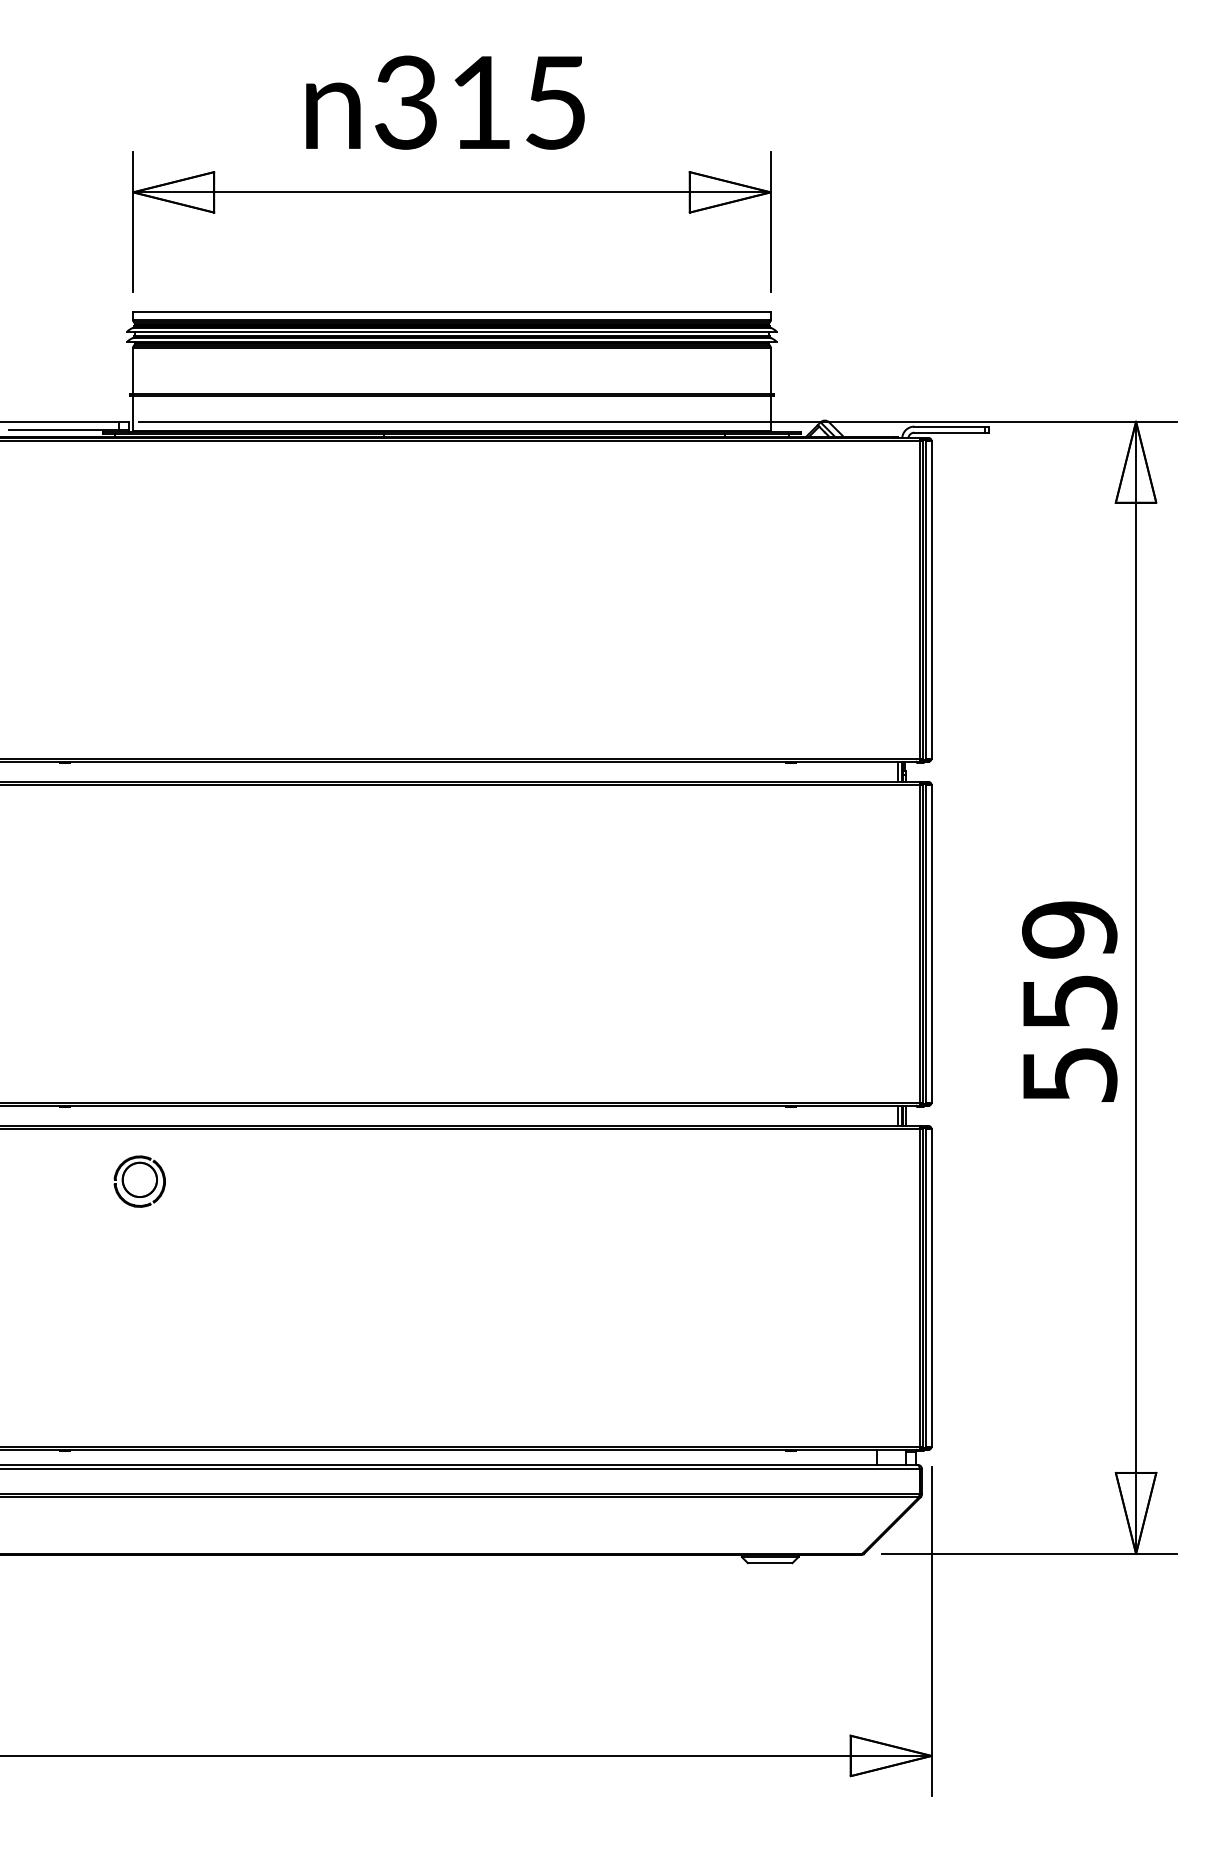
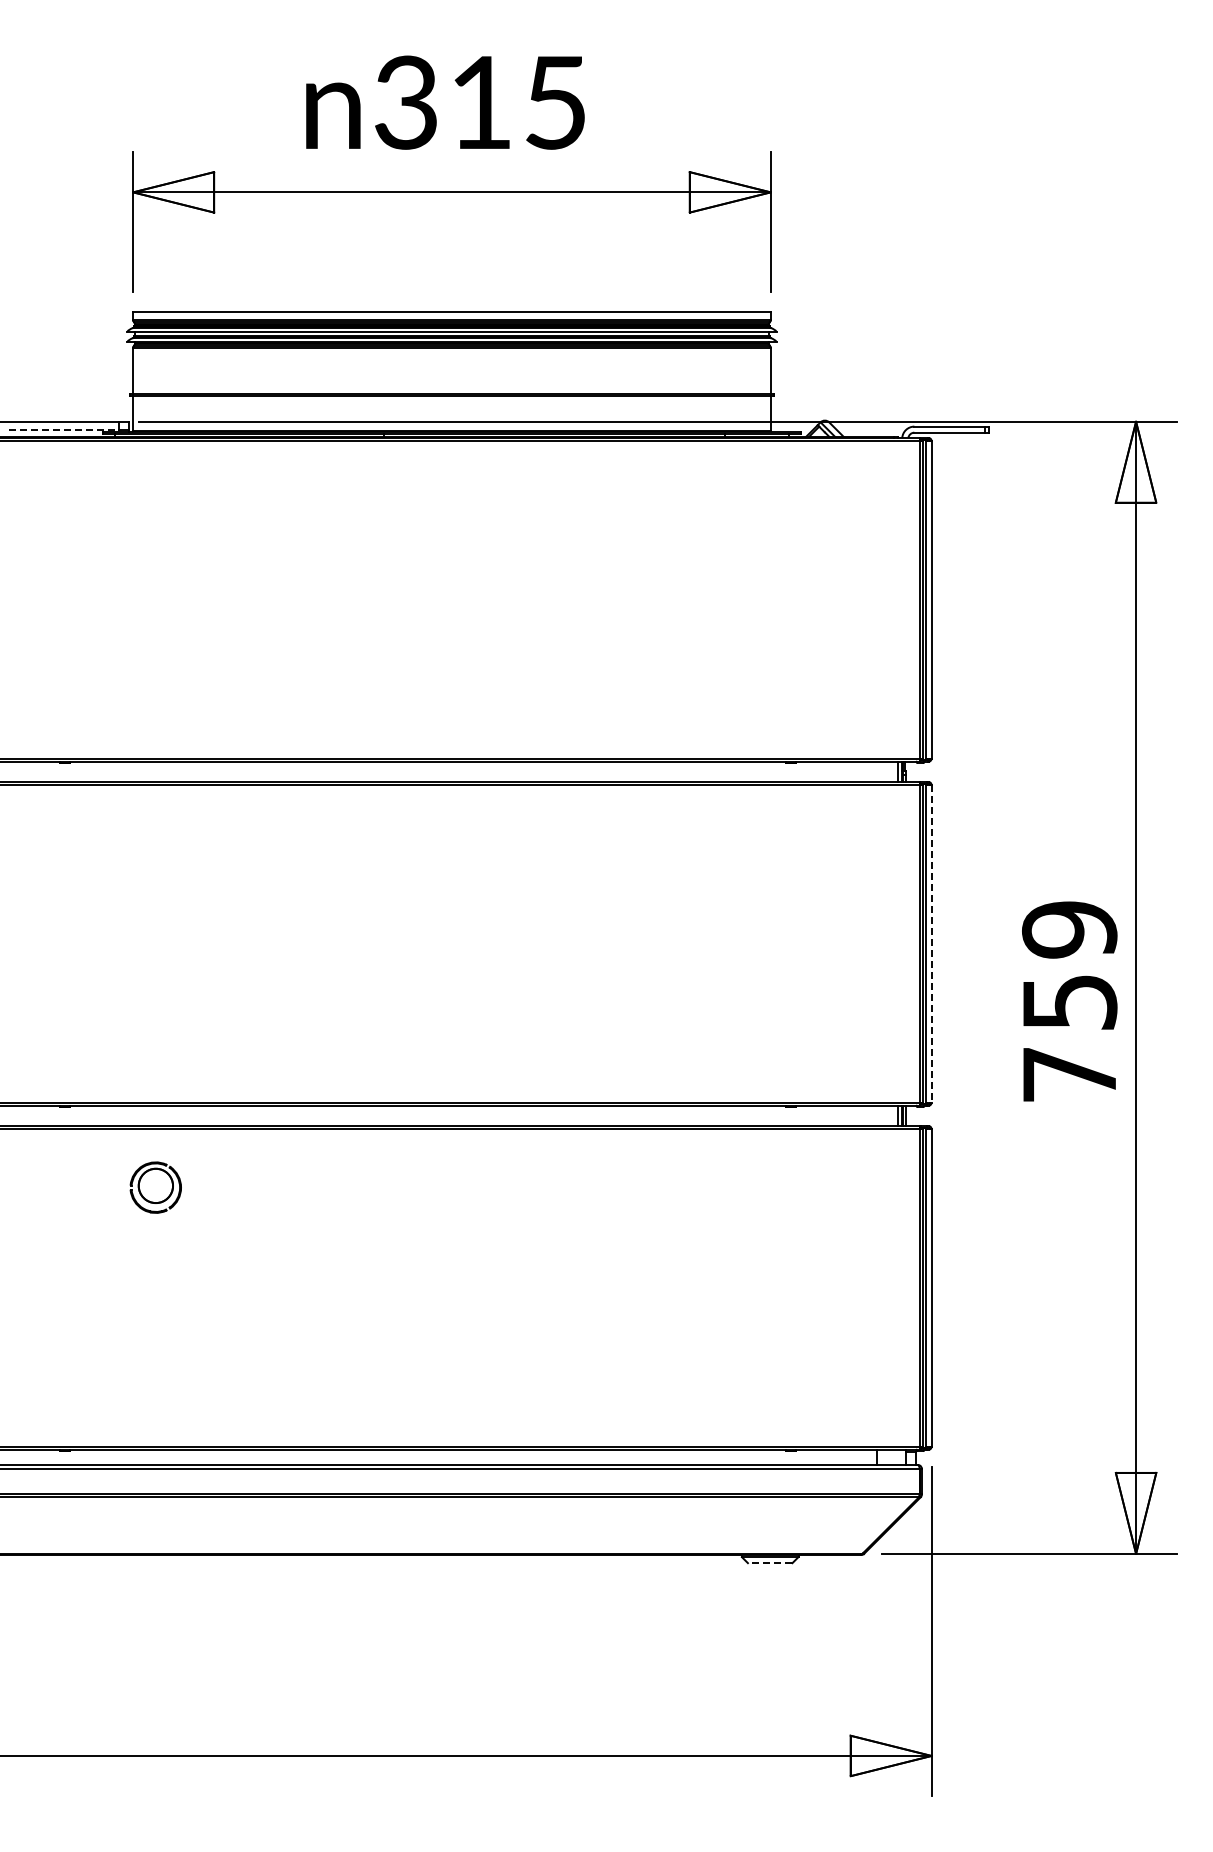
line at (64, 429): solid -> dashed
line at (931, 943): solid -> dashed
text at (1070, 1074): 559 -> 759
part at (139, 1181) position: (139, 1181) -> (155, 1187)
line at (769, 1563): solid -> dashed
